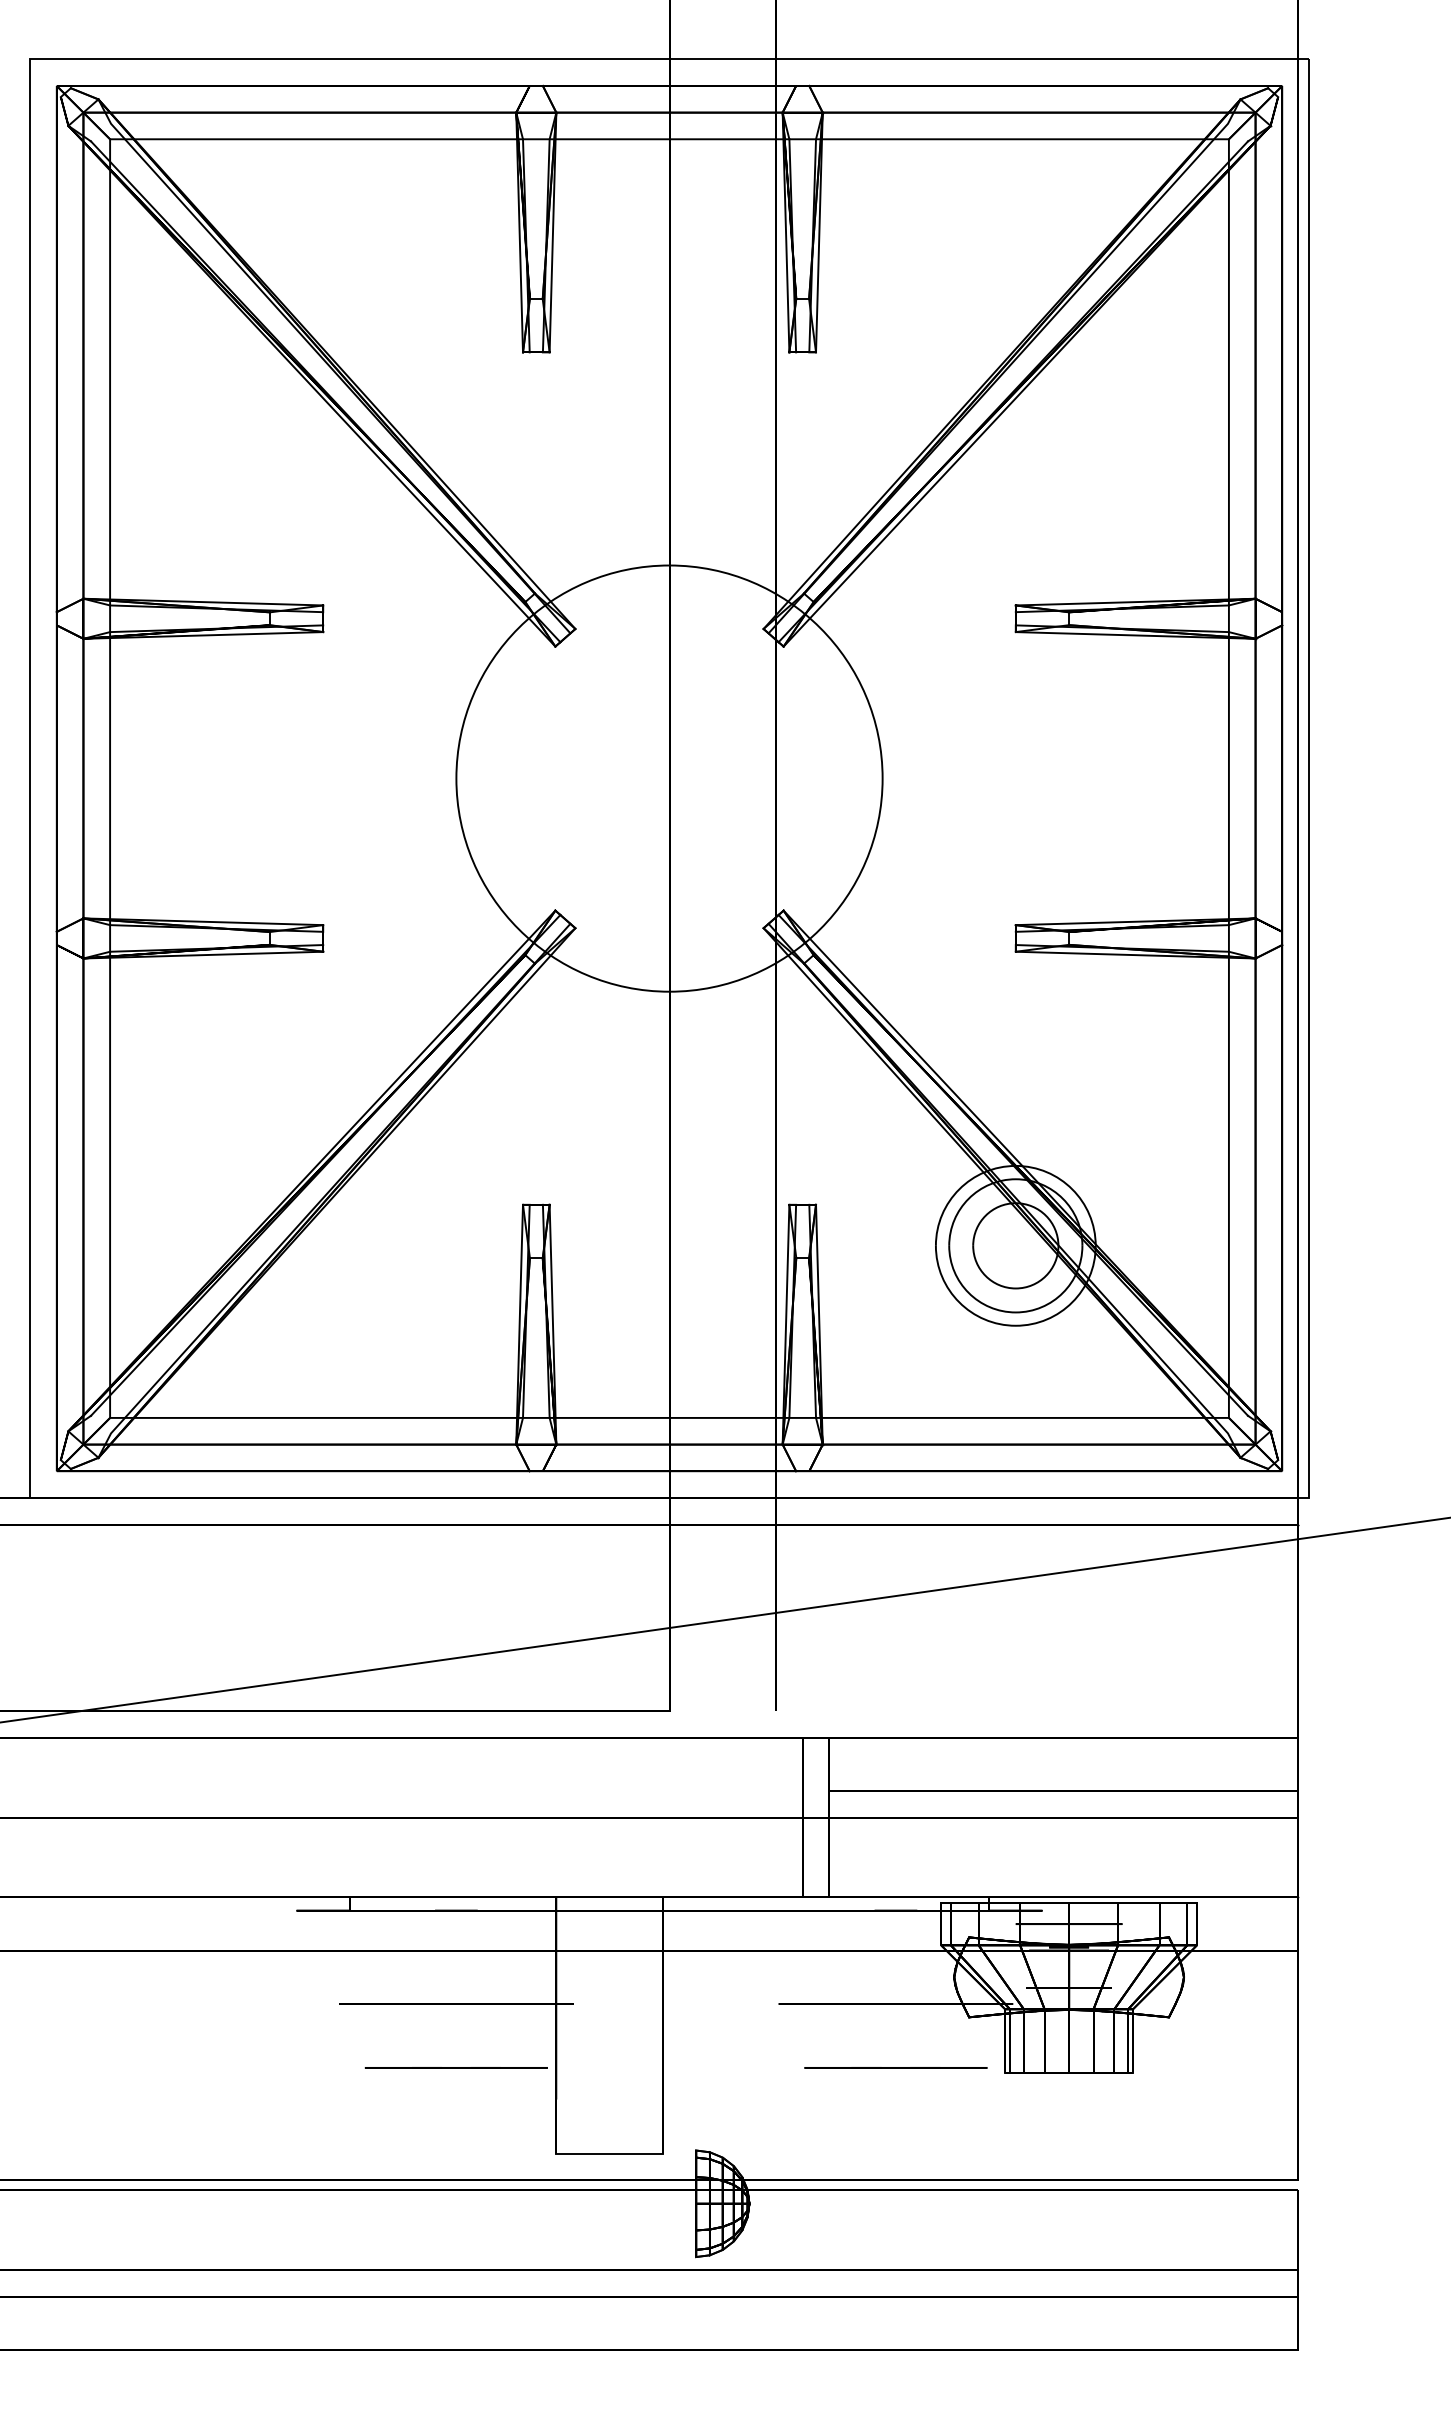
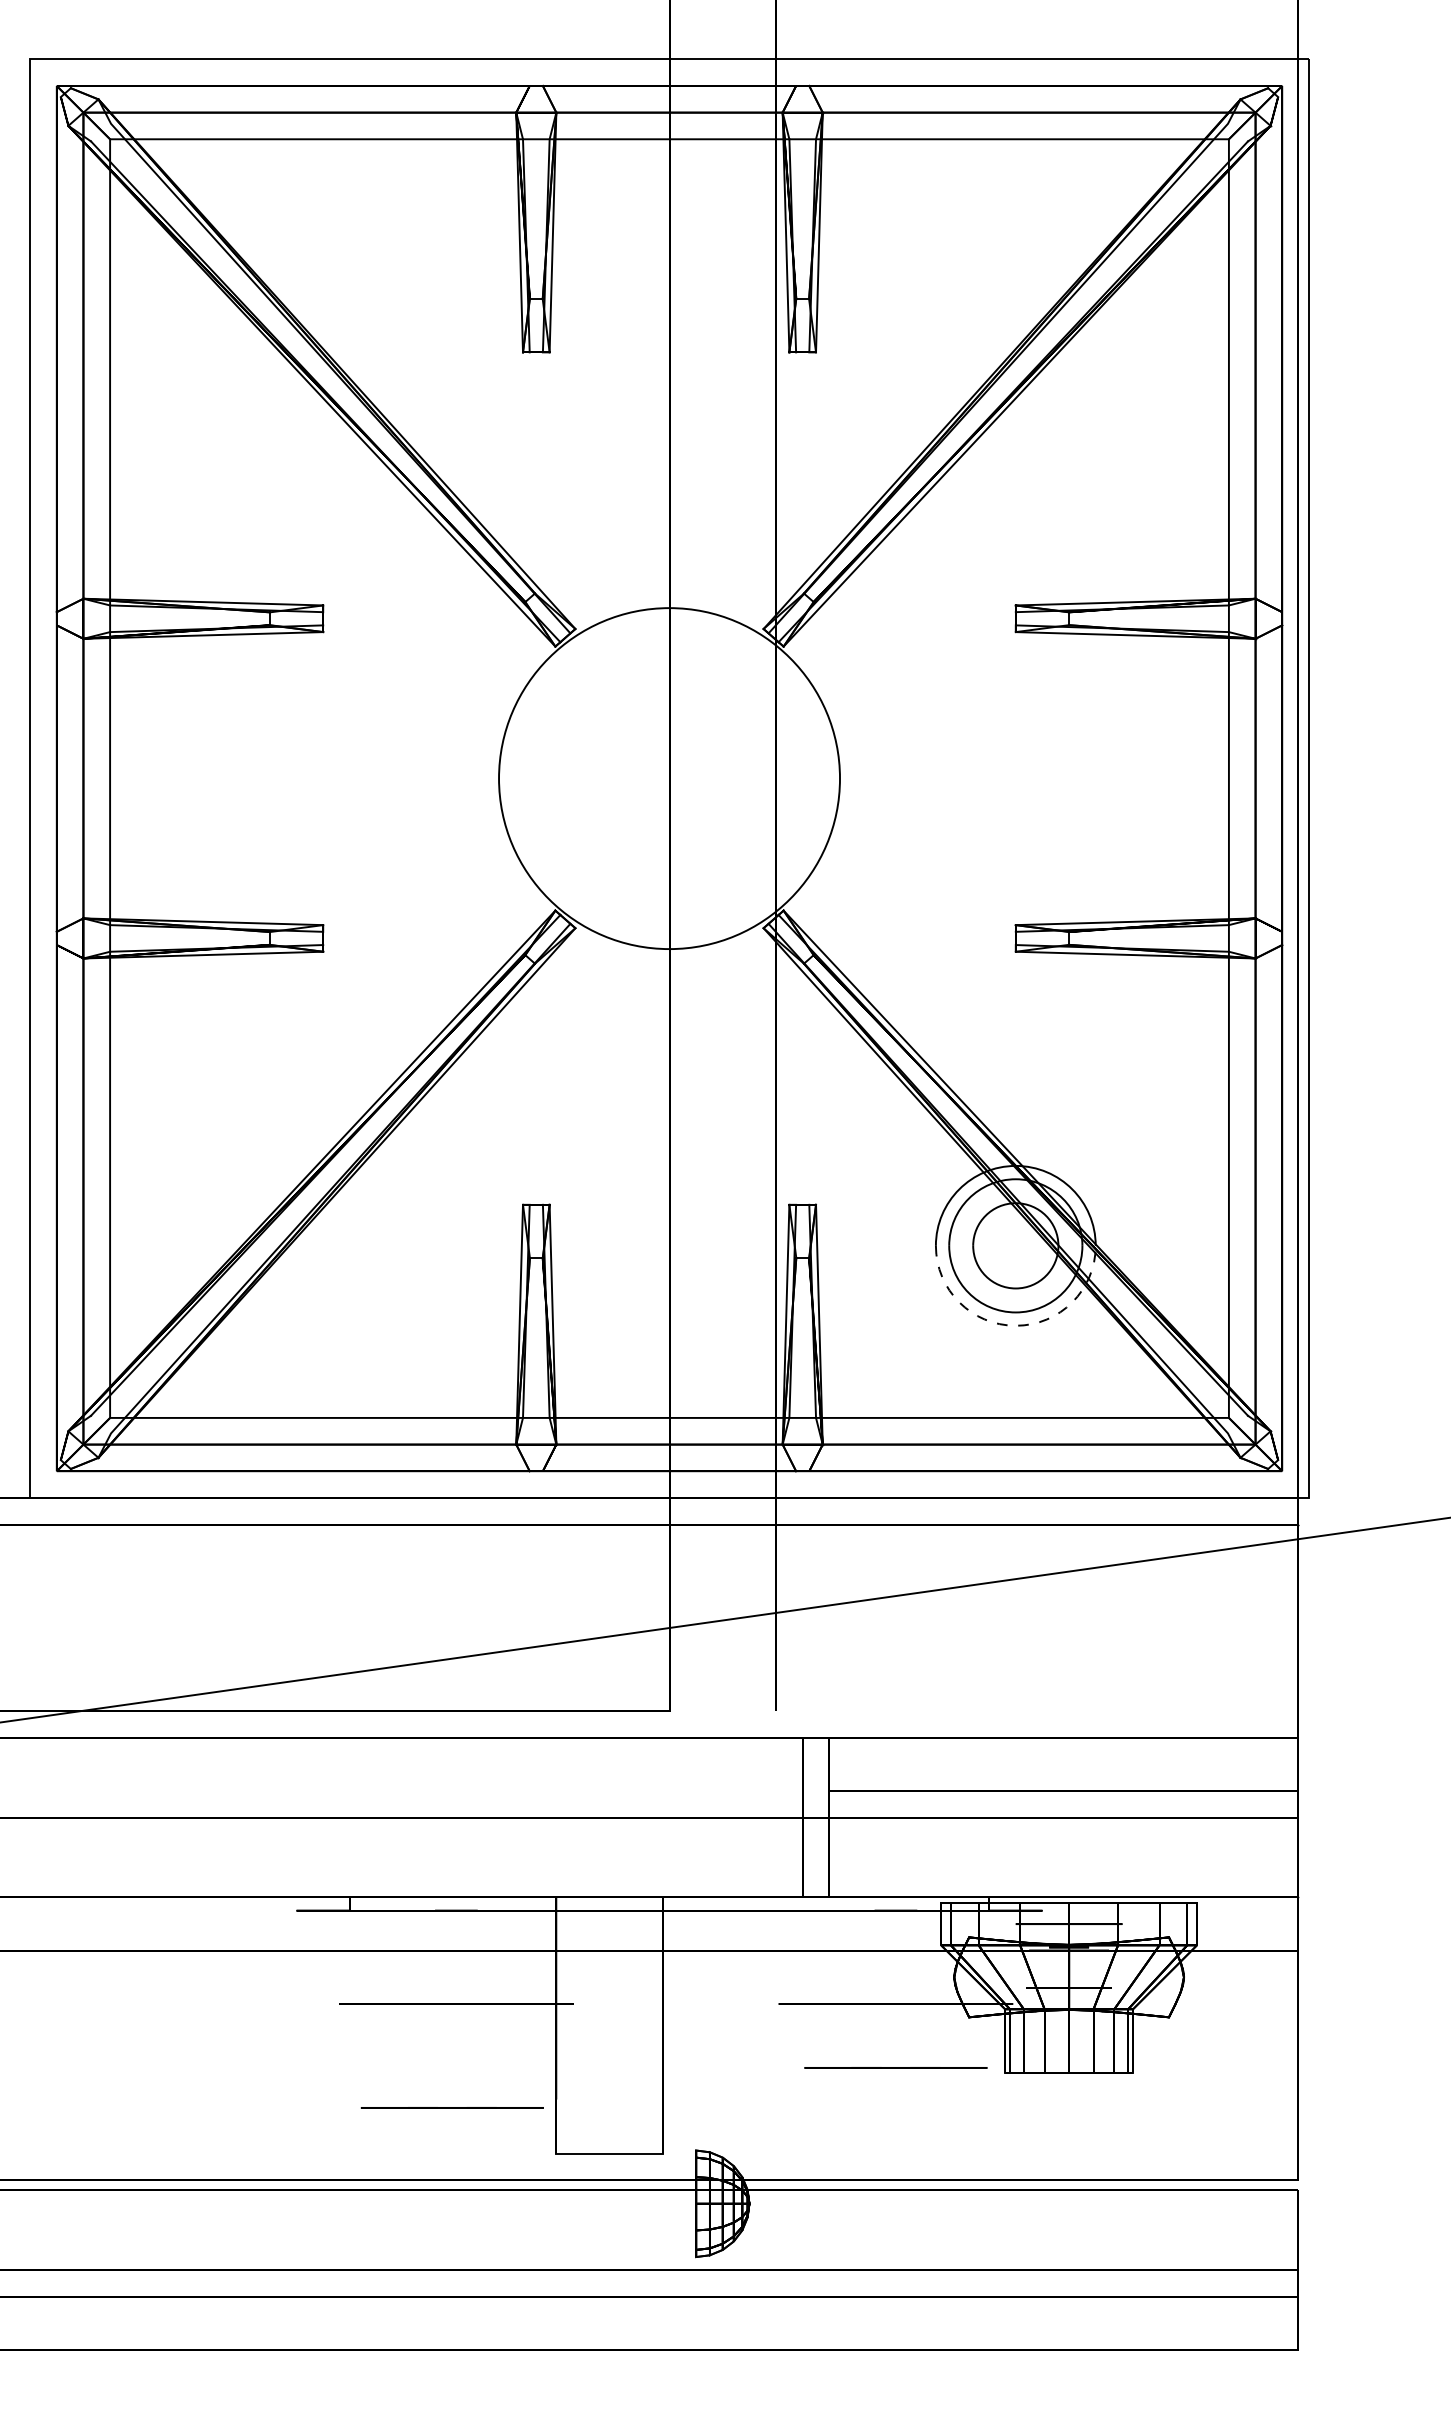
circle at (669, 778) diameter: 426 px -> 341 px
arc at (1015, 1325): solid -> dashed
line at (455, 2067) position: (455, 2067) -> (451, 2107)
